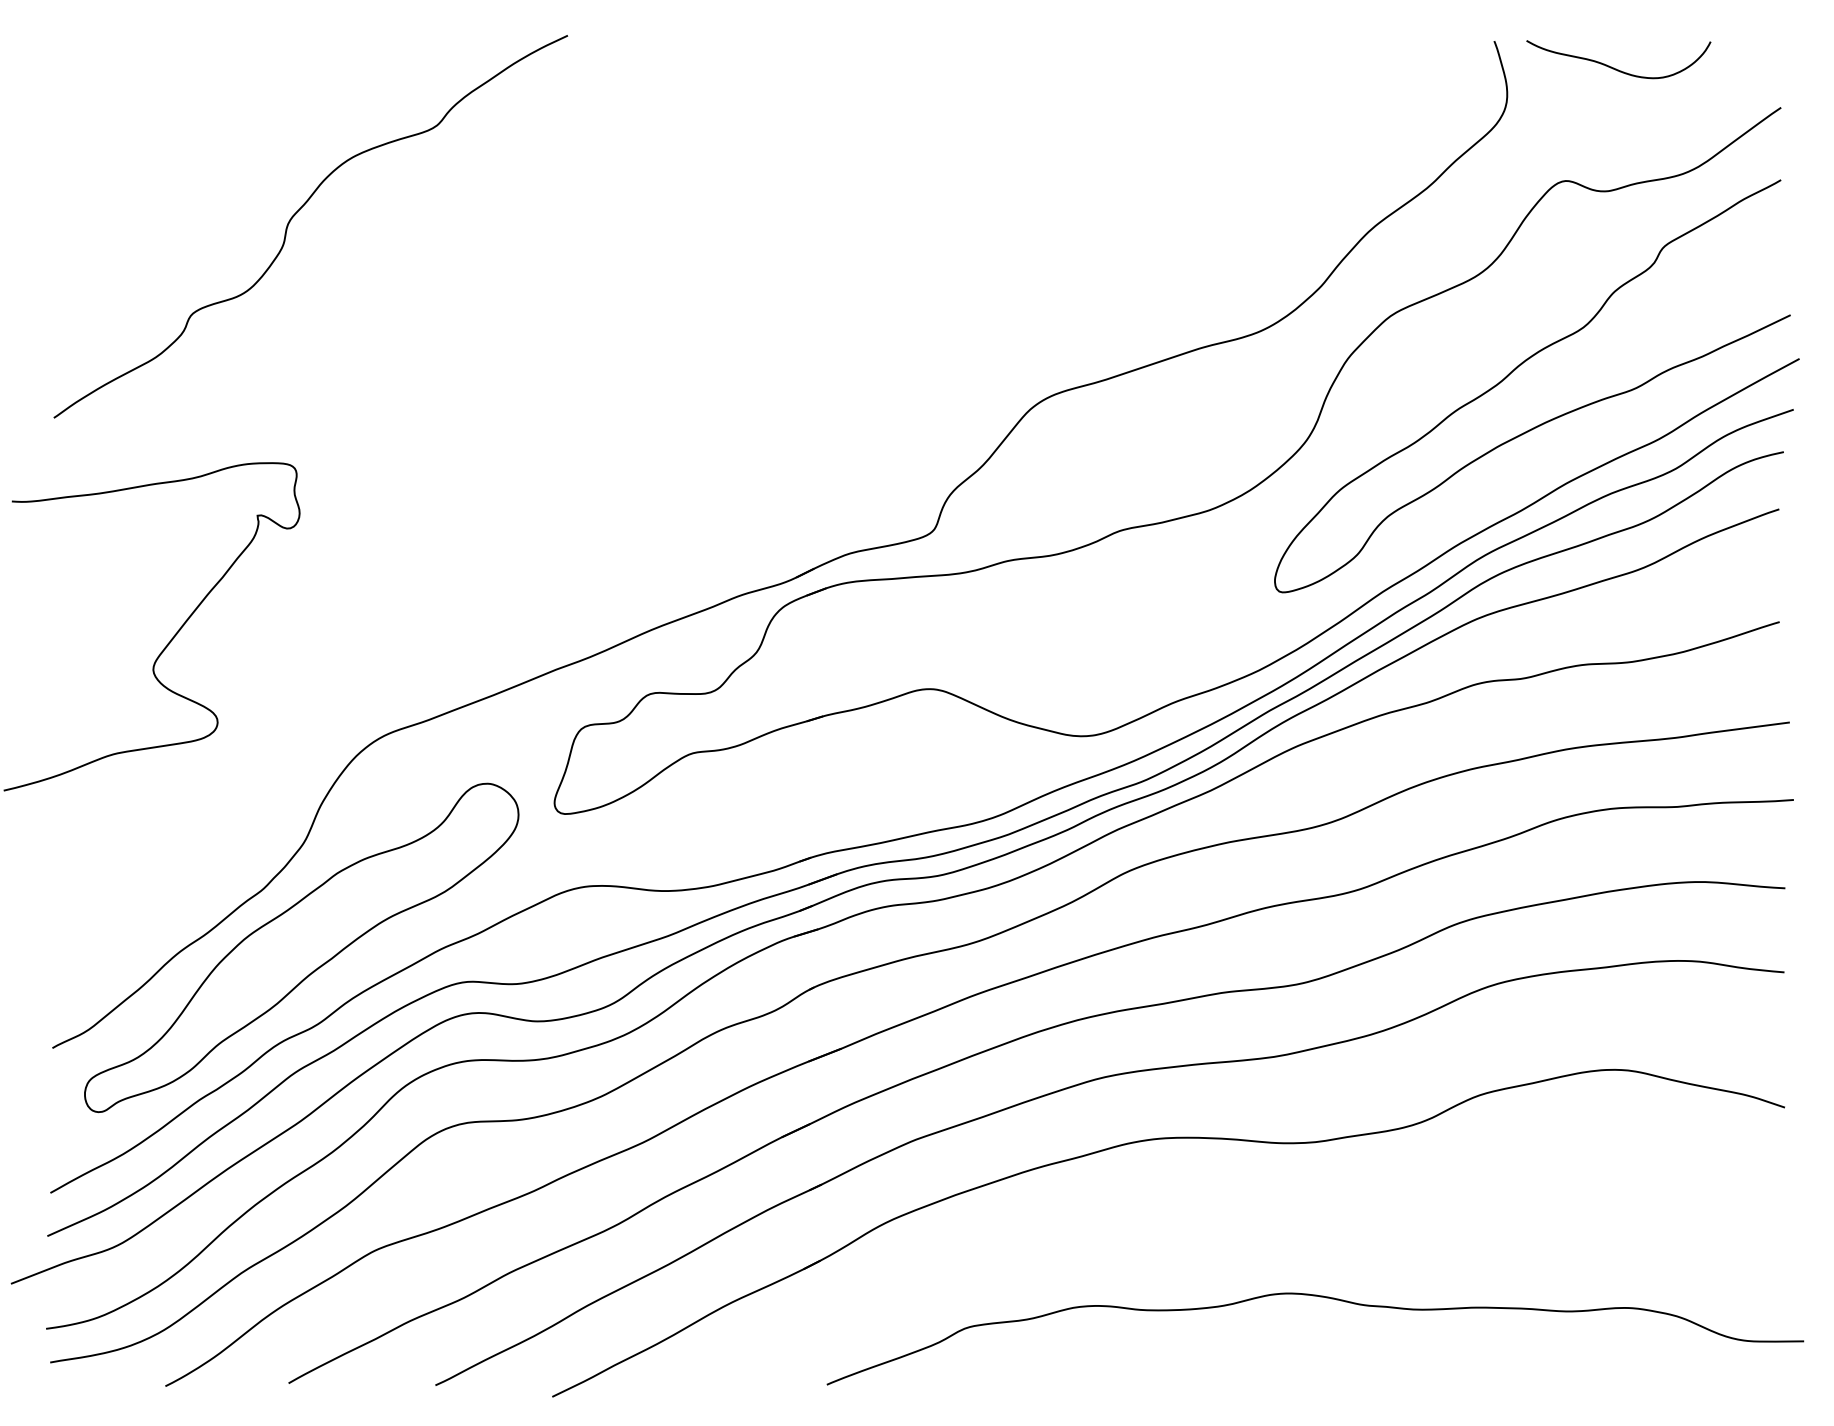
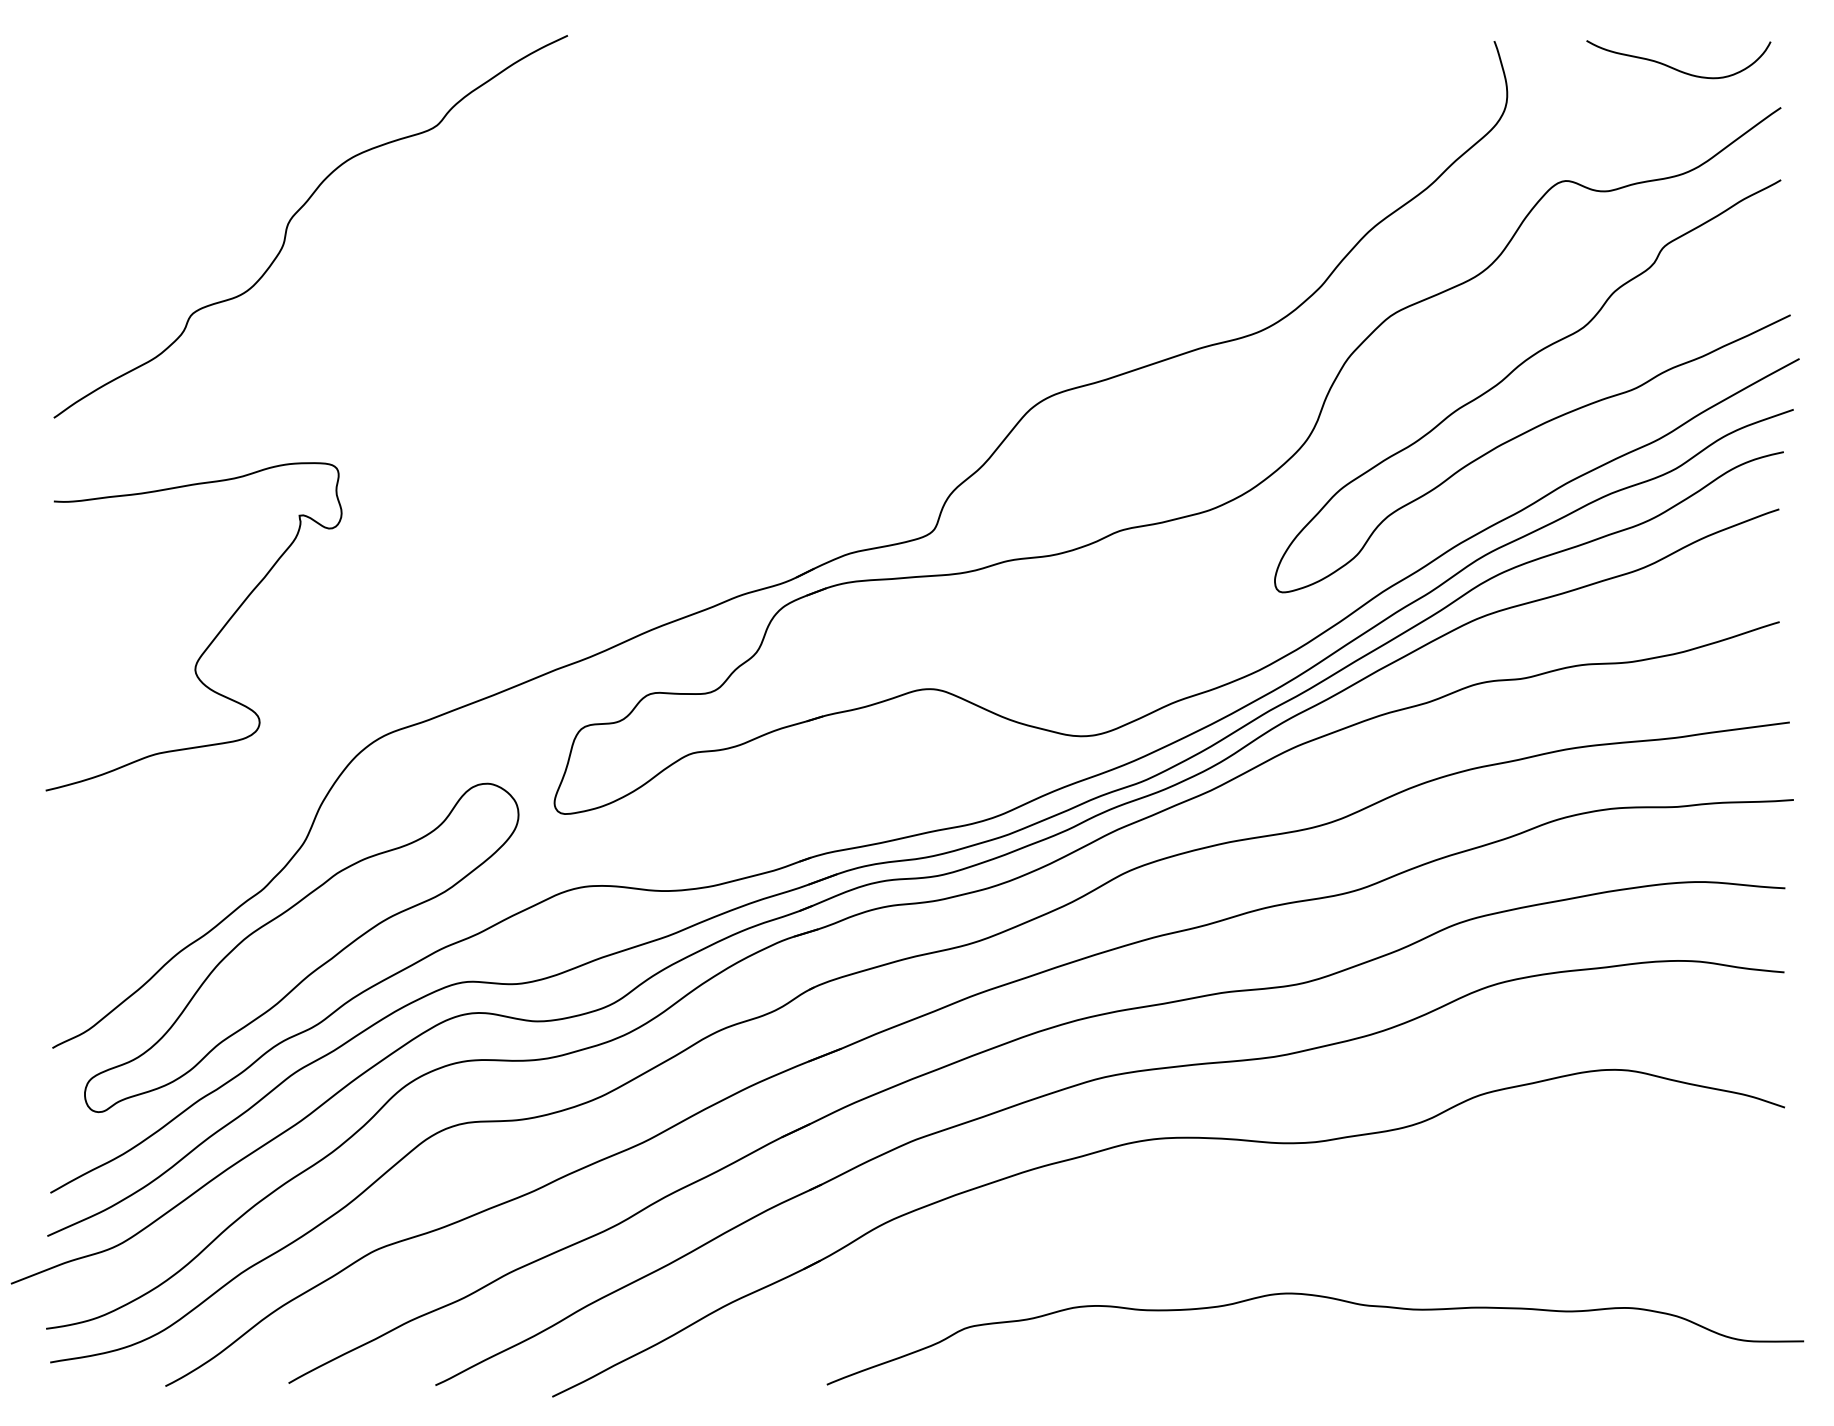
curve at (1616, 68) position: (1616, 68) -> (1676, 68)
curve at (170, 639) position: (170, 639) -> (212, 639)
